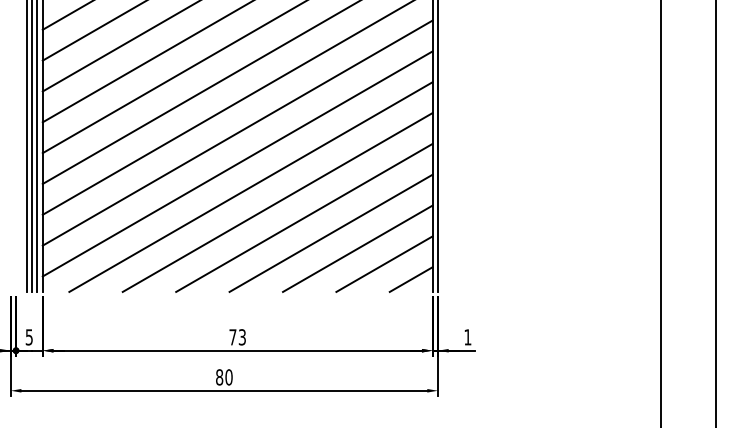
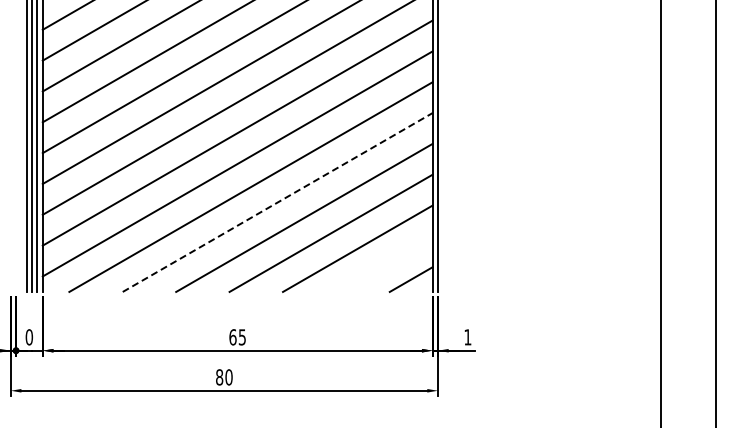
line at (277, 202): solid -> dashed
line at (384, 263): present -> none
text at (29, 337): 5 -> 0
text at (237, 337): 73 -> 65
